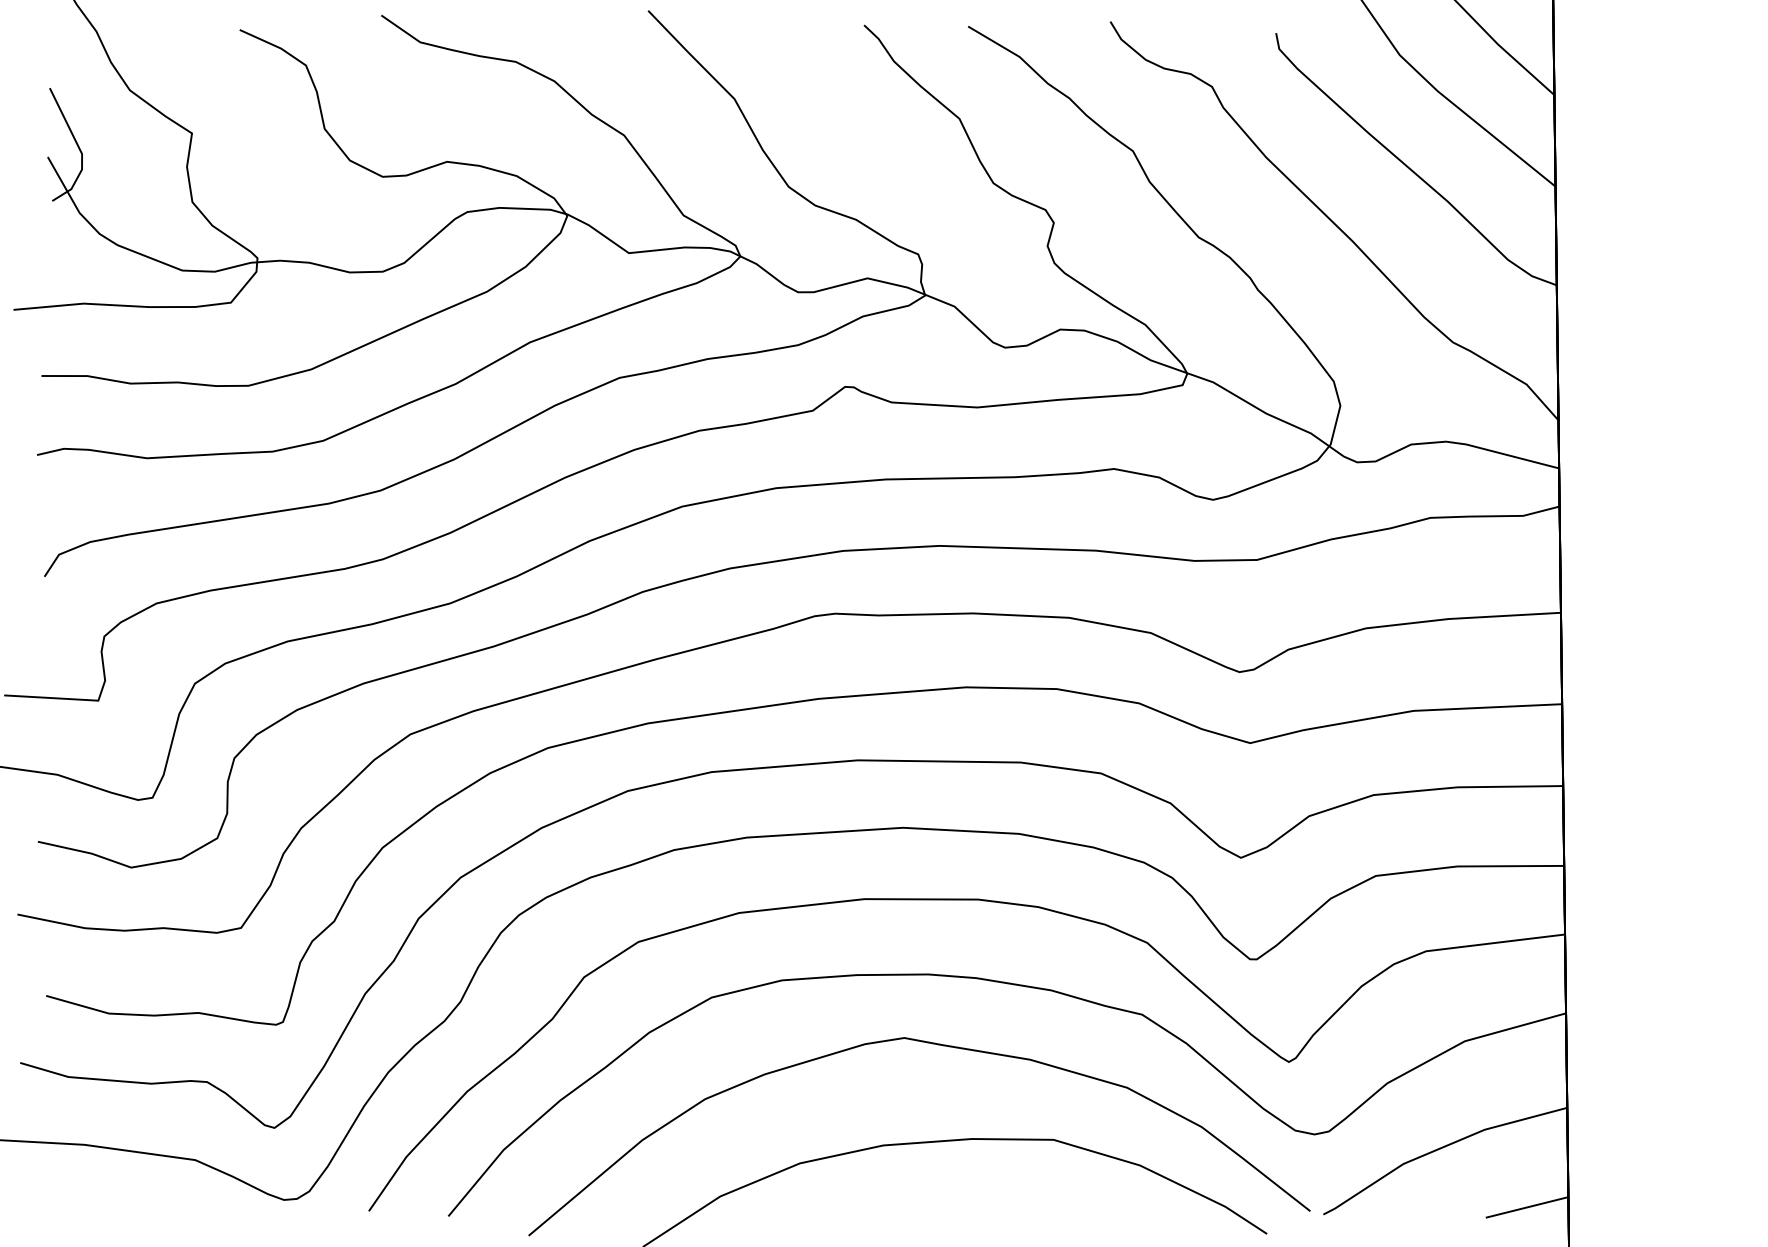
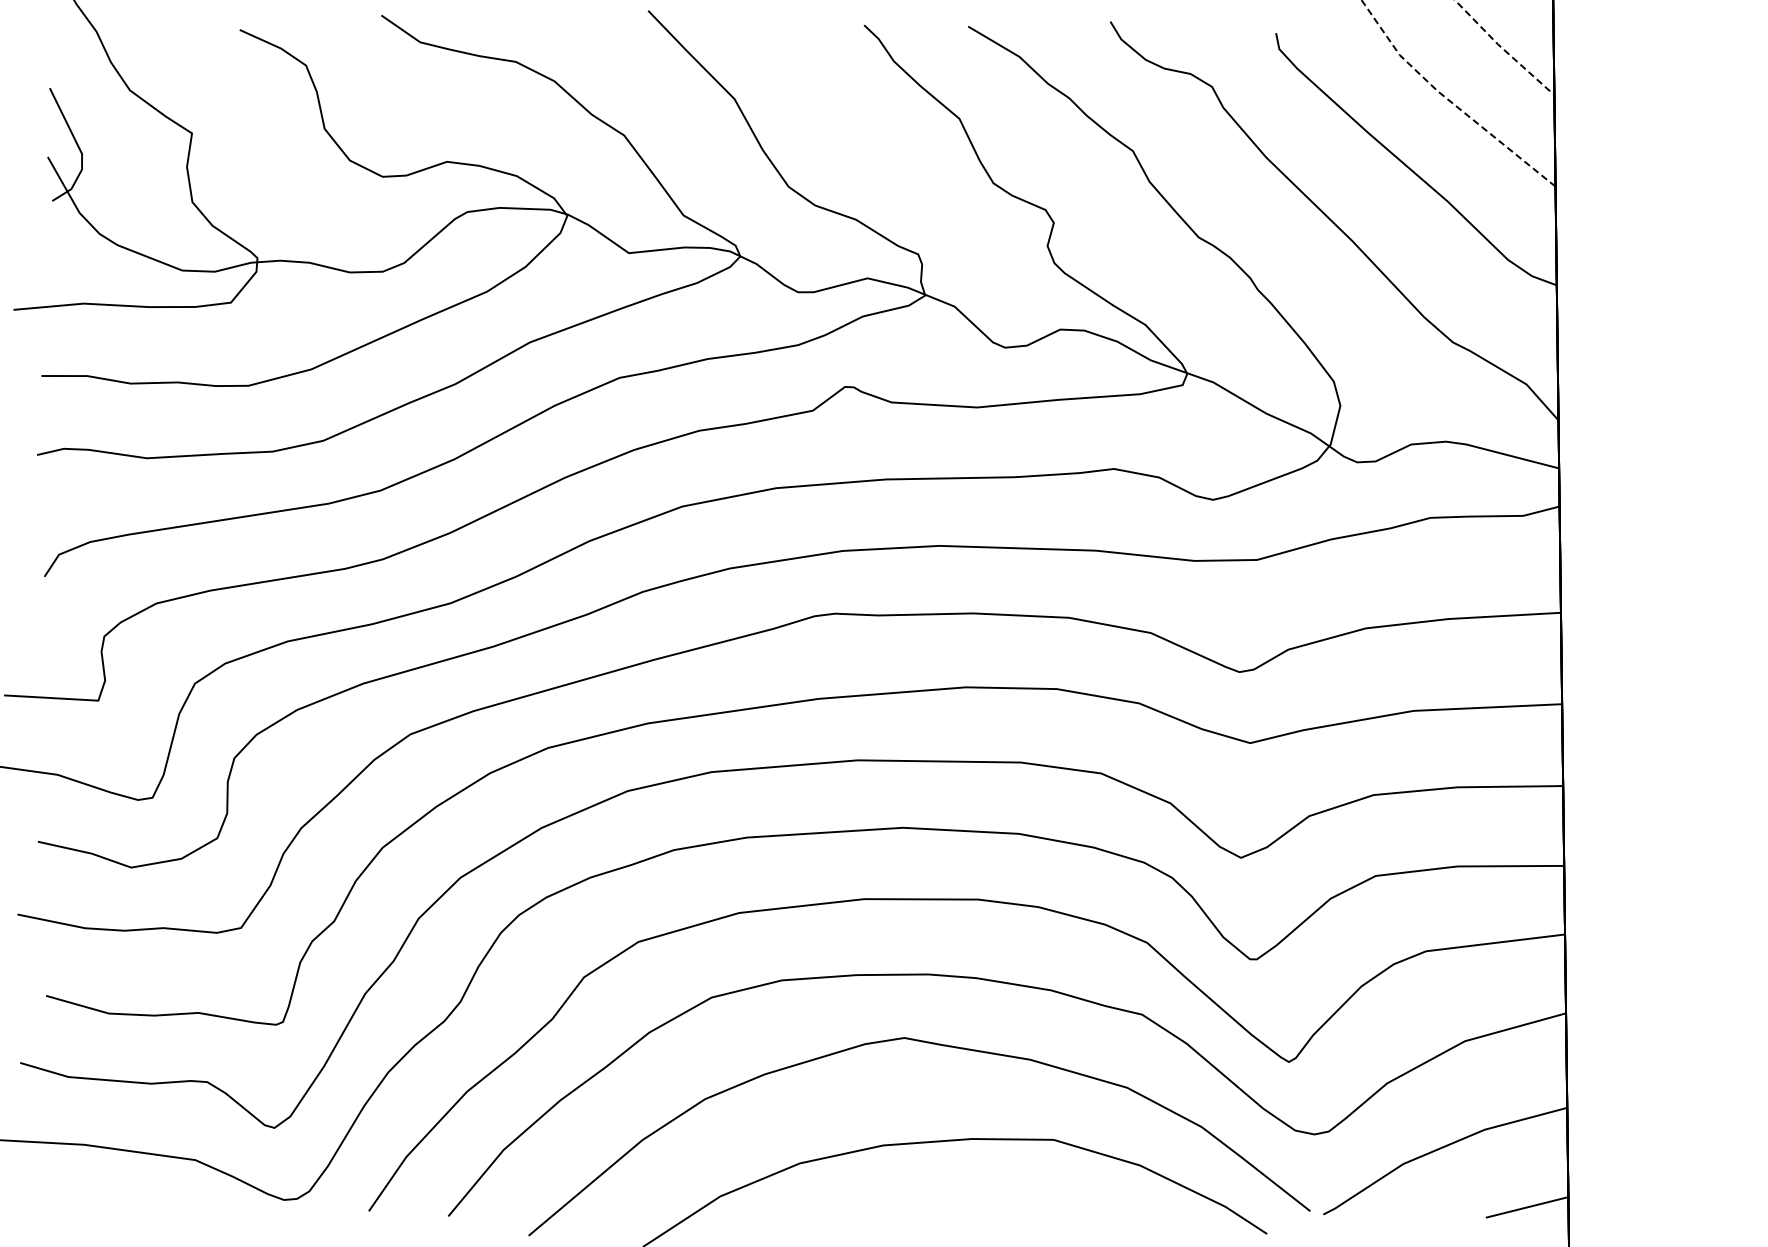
line at (1503, 49): solid -> dashed
line at (1449, 100): solid -> dashed
